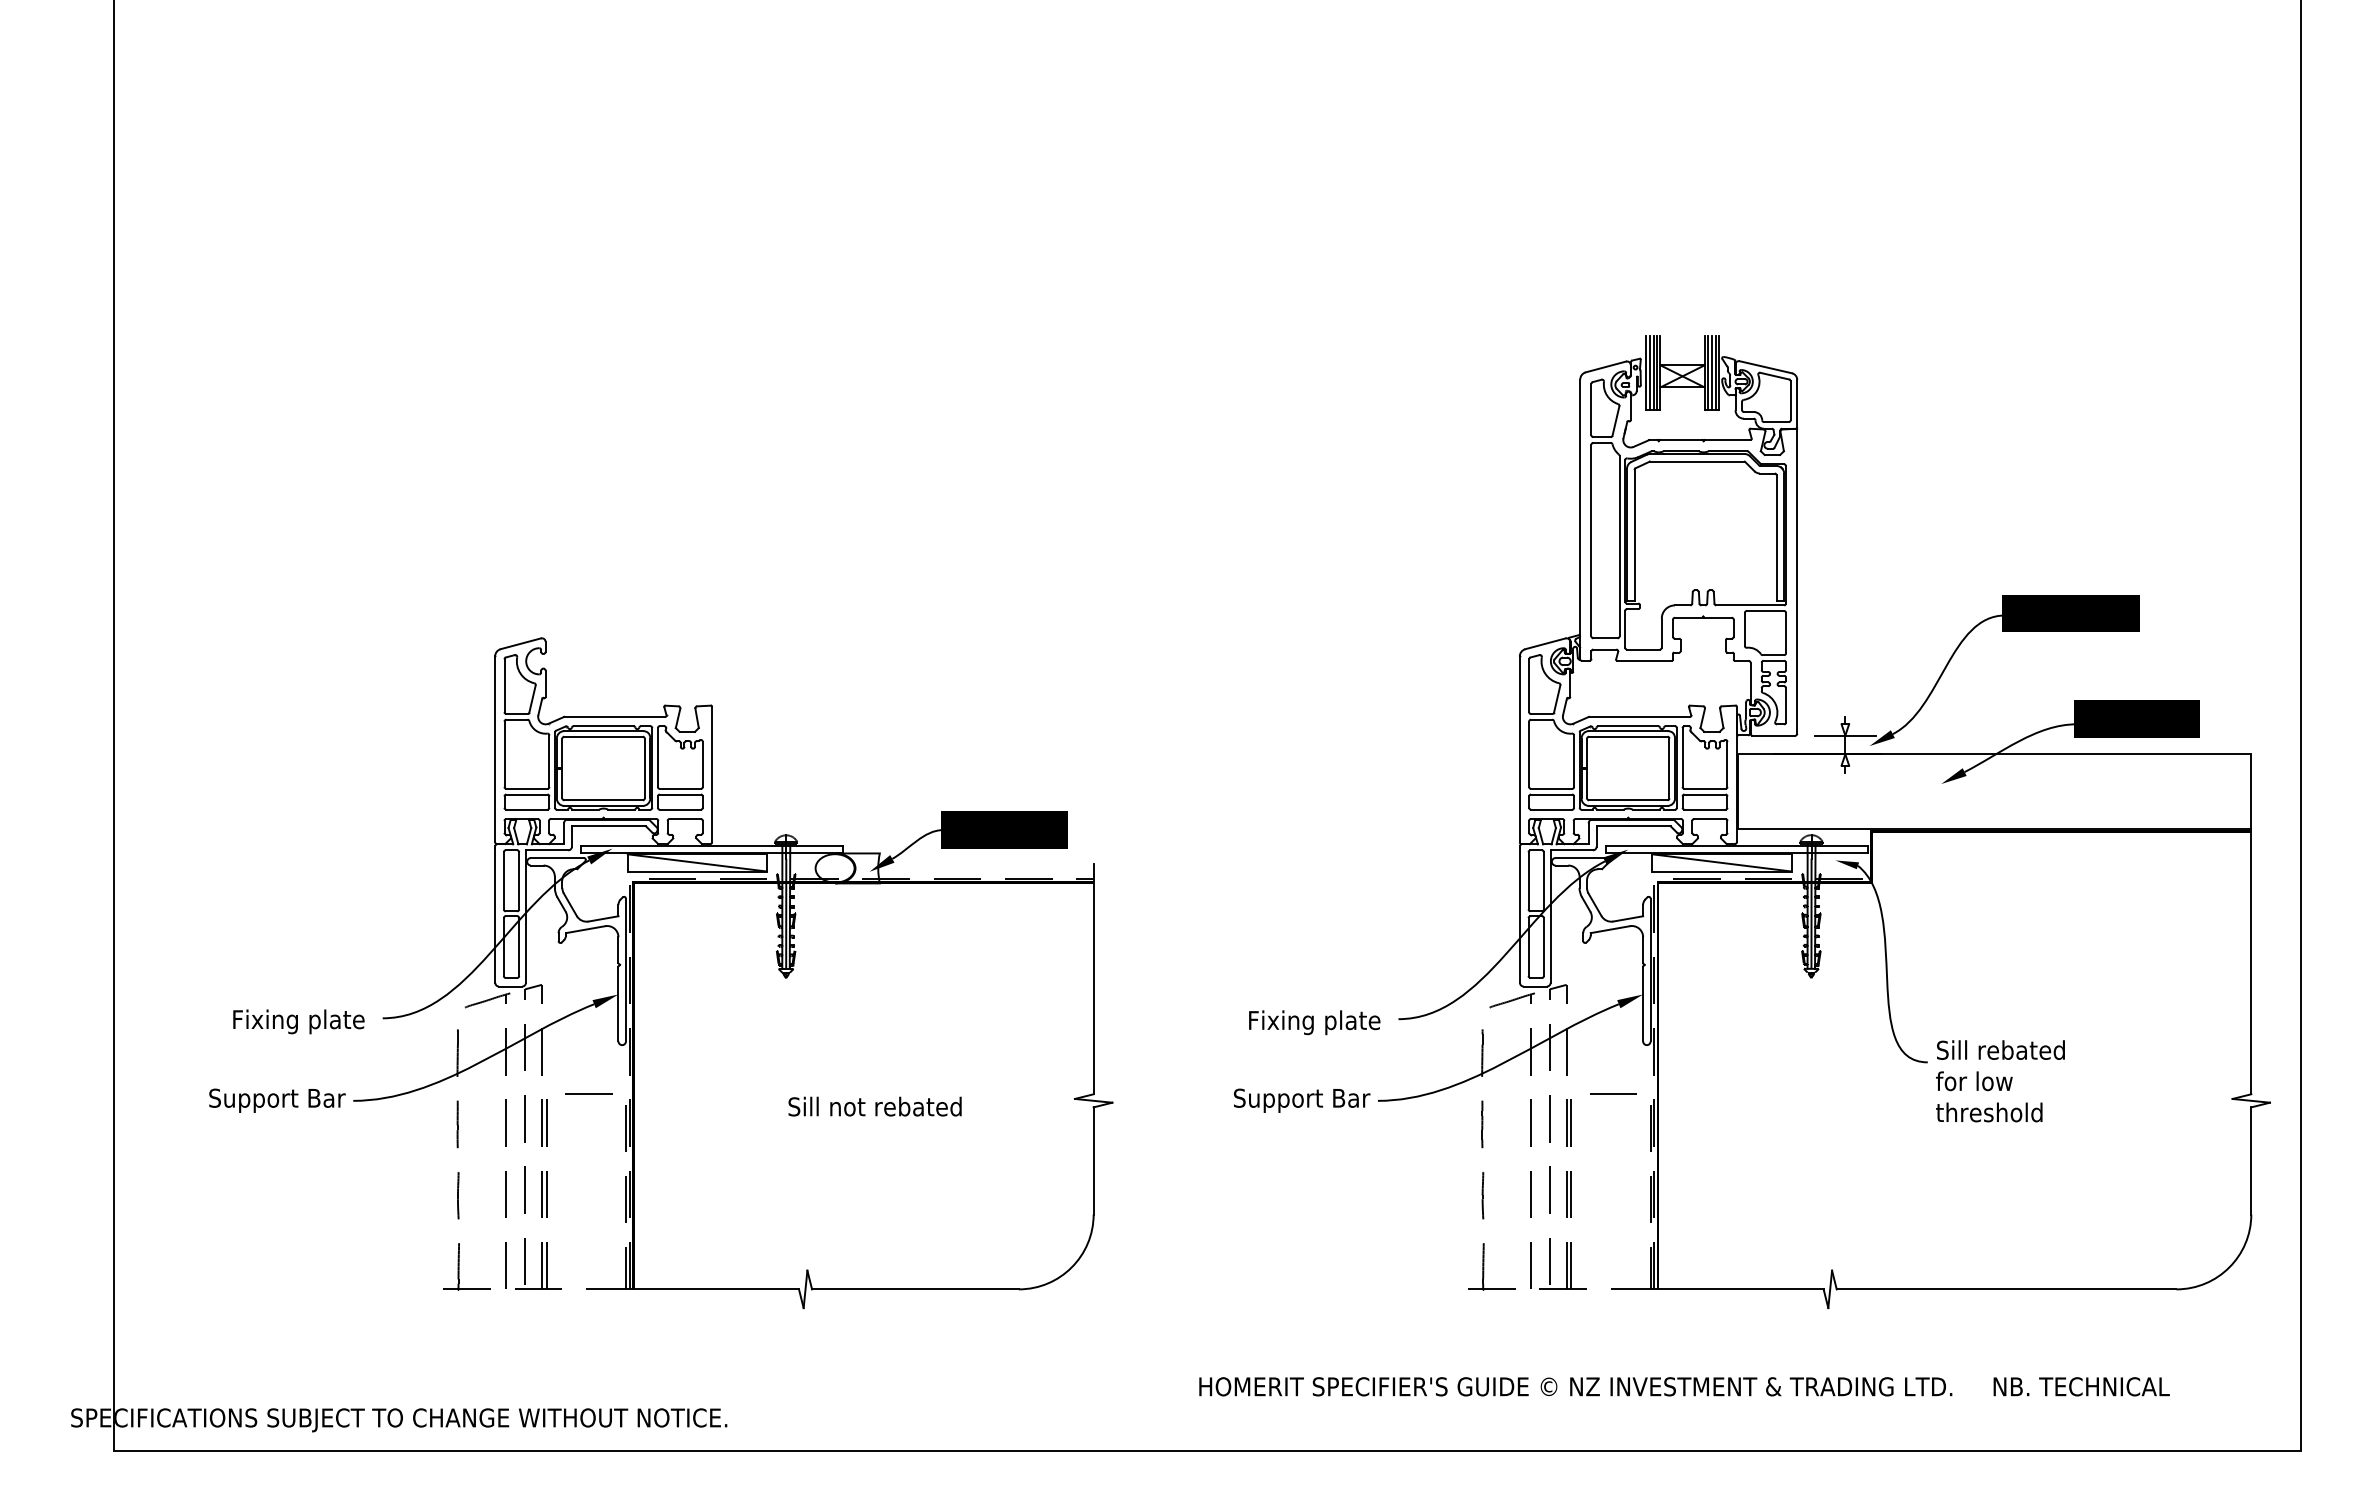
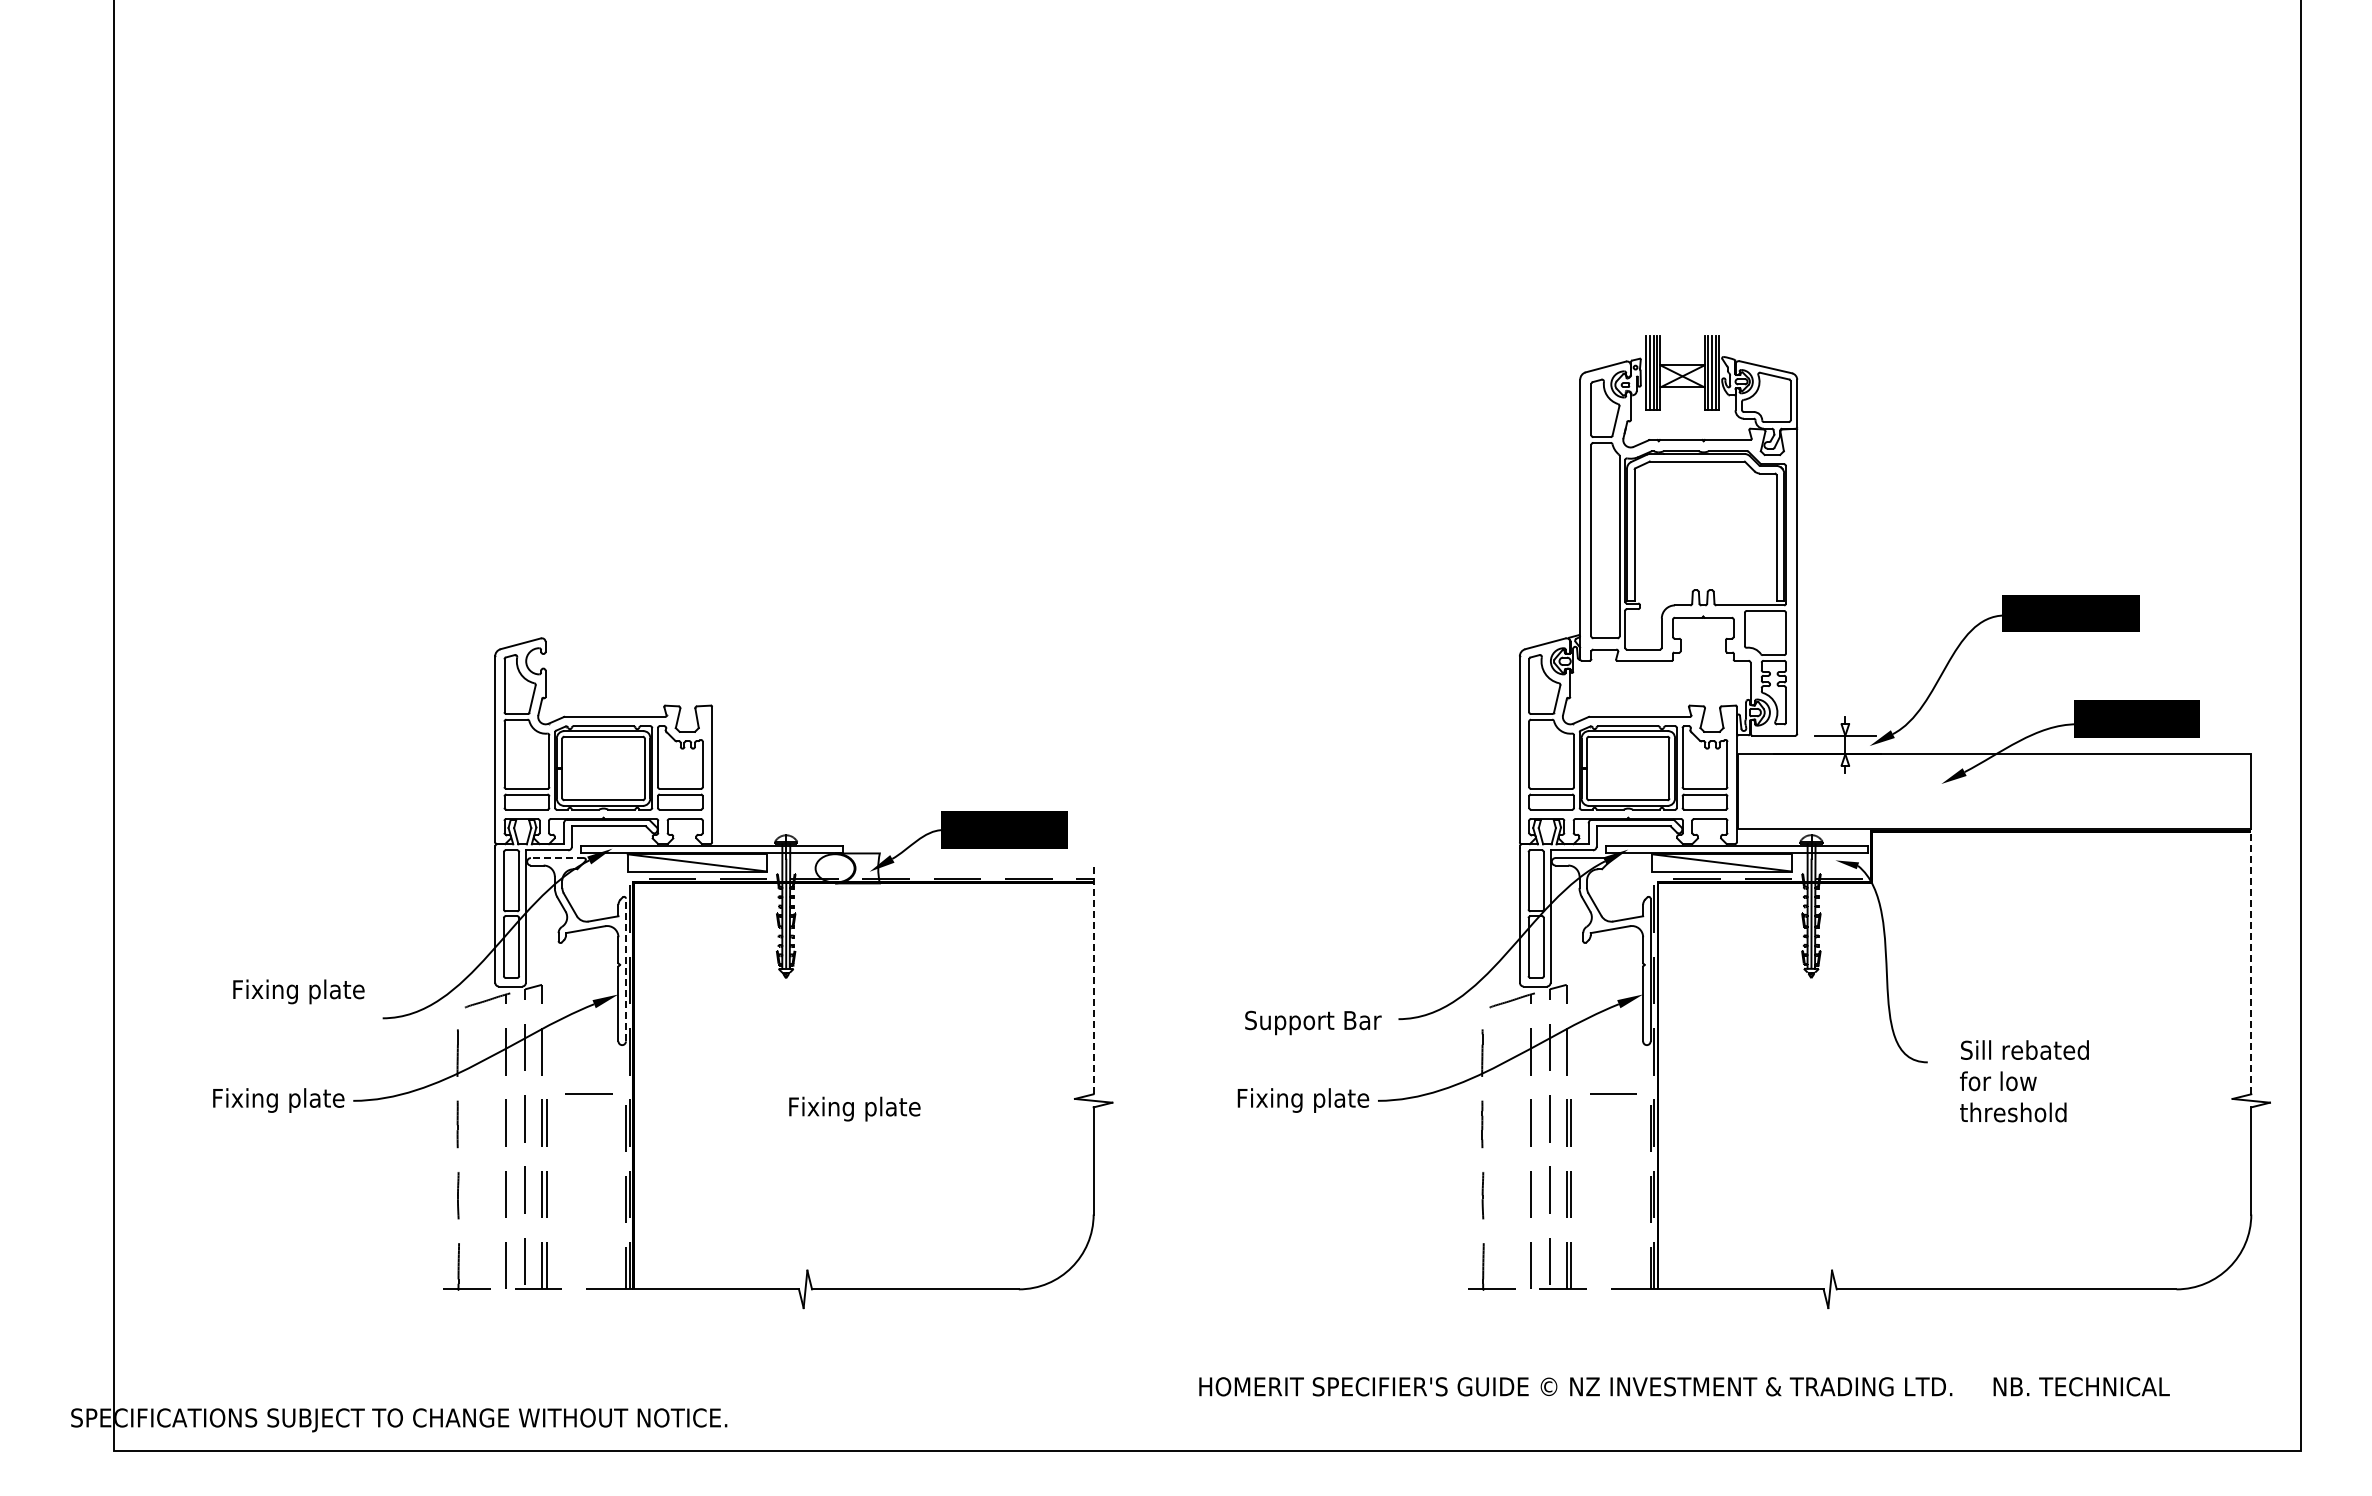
line at (557, 858): solid -> dashed
line at (2251, 961): solid -> dashed
line at (625, 969): solid -> dashed
line at (1093, 978): solid -> dashed
text at (298, 1021) position: (298, 1021) -> (298, 991)
text at (1313, 1022): Fixing plate -> Support Bar
text at (2000, 1081) position: (2000, 1081) -> (2024, 1081)
text at (277, 1100): Support Bar -> Fixing plate
text at (1302, 1100): Support Bar -> Fixing plate
text at (874, 1108): Sill not rebated -> Fixing plate
